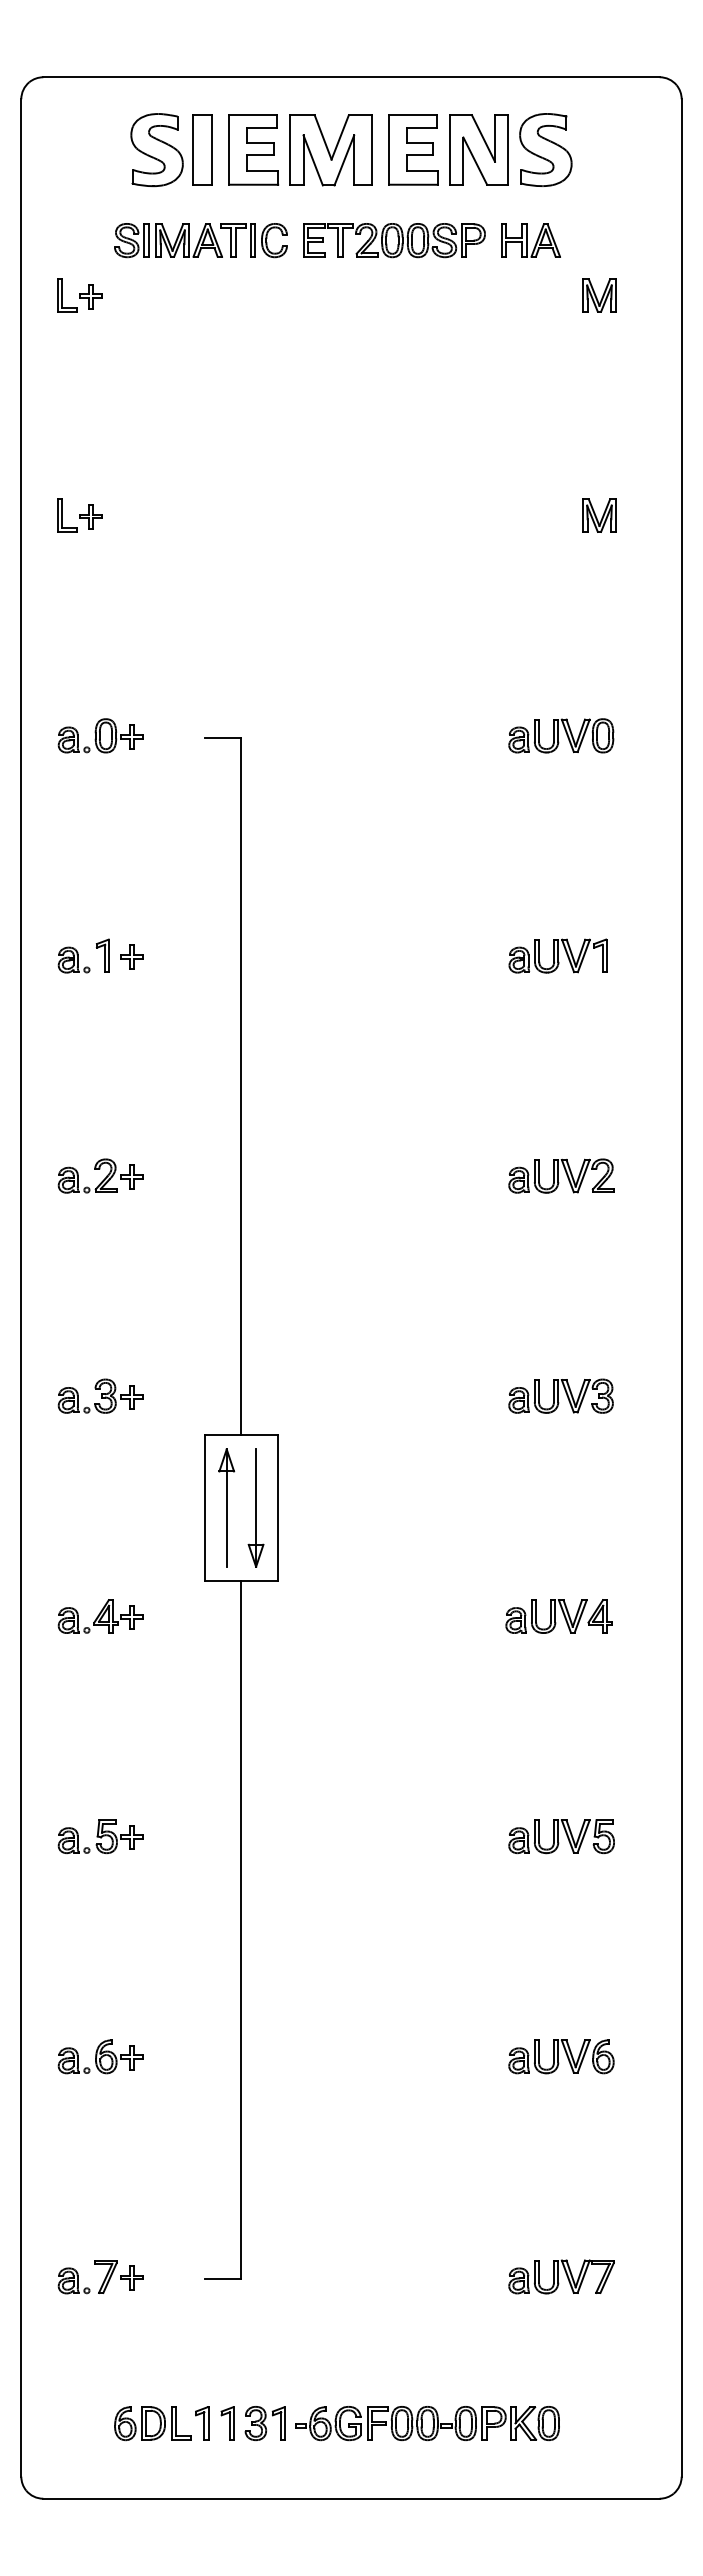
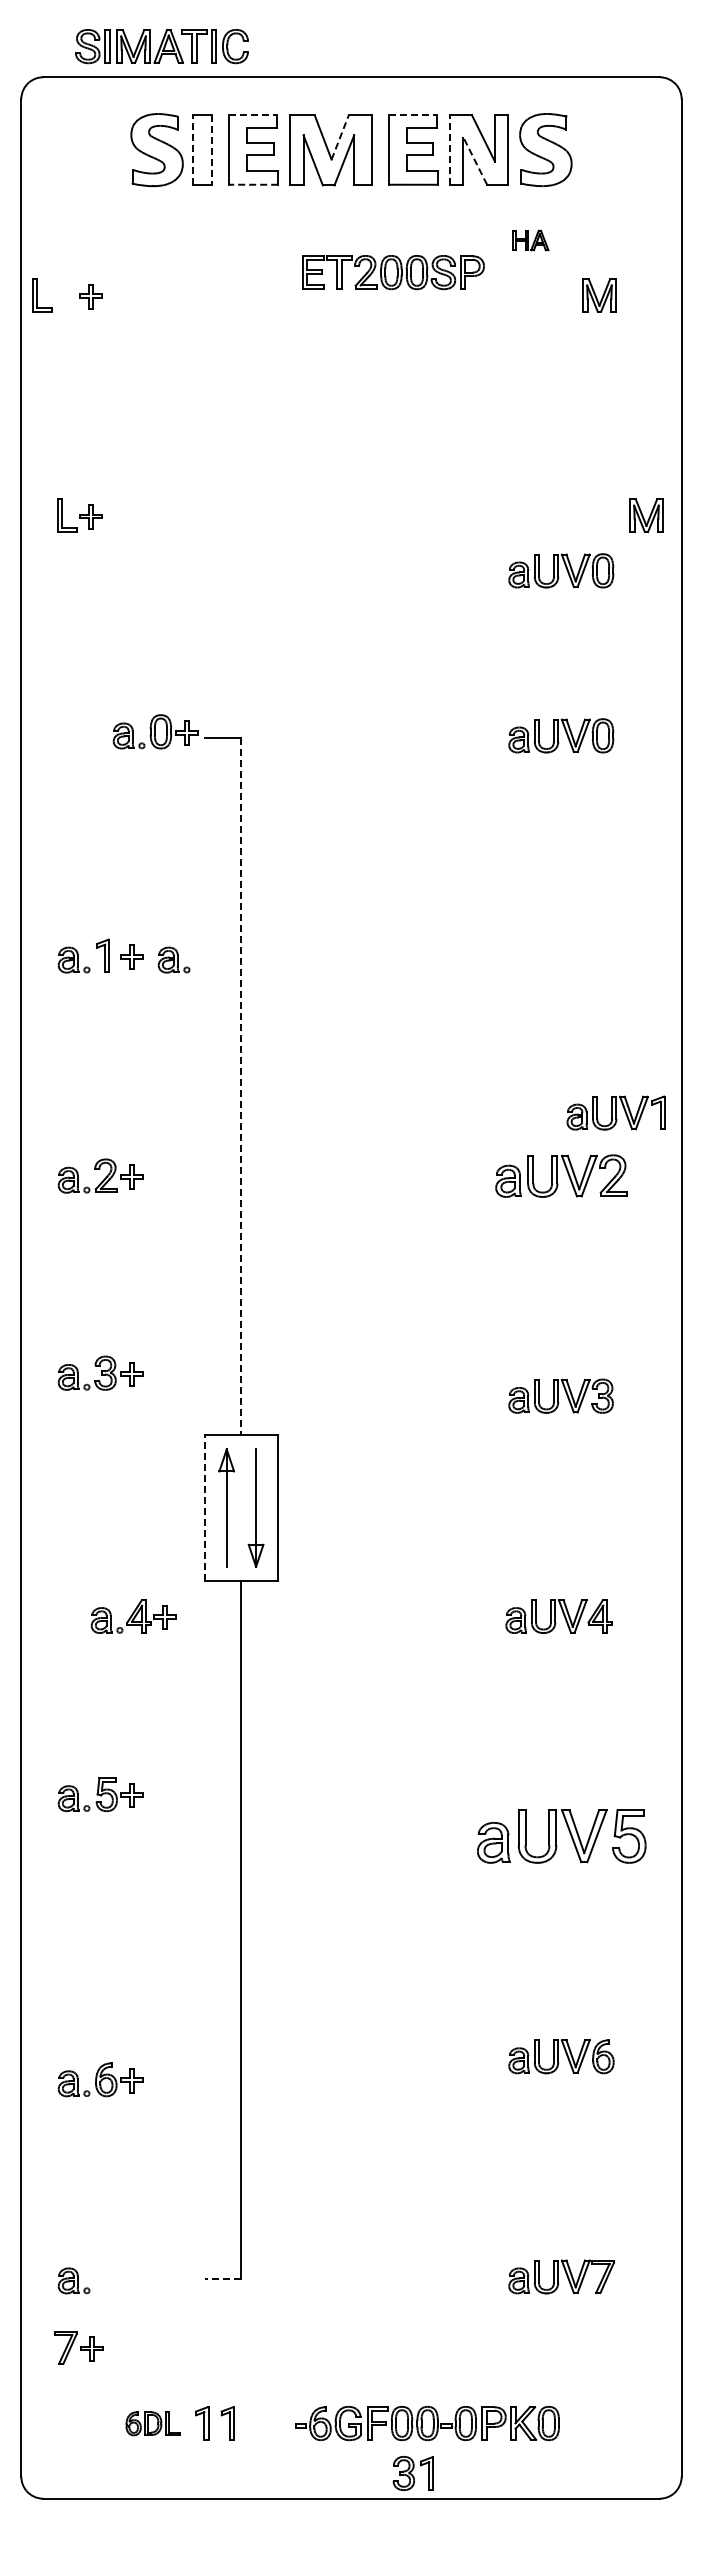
line at (253, 115): solid -> dashed
line at (413, 115): solid -> dashed
line at (340, 137): solid -> dashed
line at (193, 149): solid -> dashed
line at (212, 149): solid -> dashed
line at (450, 149): solid -> dashed
line at (475, 160): solid -> dashed
line at (253, 184): solid -> dashed
part at (200, 240) position: (200, 240) -> (161, 46)
part at (394, 240) position: (394, 240) -> (393, 272)
part at (530, 240) size: 60x35 px -> 38x23 px
part at (67, 295) position: (67, 295) -> (42, 295)
part at (599, 515) position: (599, 515) -> (646, 515)
part at (561, 570): none -> present
part at (100, 735) position: (100, 735) -> (155, 731)
part at (557, 955) position: (557, 955) -> (615, 1112)
part at (173, 959): none -> present
line at (241, 1086): solid -> dashed
part at (561, 1175) size: 107x36 px -> 133x44 px
part at (100, 1395) position: (100, 1395) -> (100, 1372)
line at (204, 1507): solid -> dashed
part at (100, 1616) position: (100, 1616) -> (133, 1616)
part at (100, 1836) position: (100, 1836) -> (100, 1794)
part at (561, 1836) size: 107x36 px -> 170x55 px
part at (100, 2056) position: (100, 2056) -> (100, 2079)
part at (118, 2276) position: (118, 2276) -> (78, 2347)
line at (222, 2278): solid -> dashed
part at (152, 2423) size: 78x36 px -> 56x26 px
part at (264, 2423) position: (264, 2423) -> (412, 2473)
